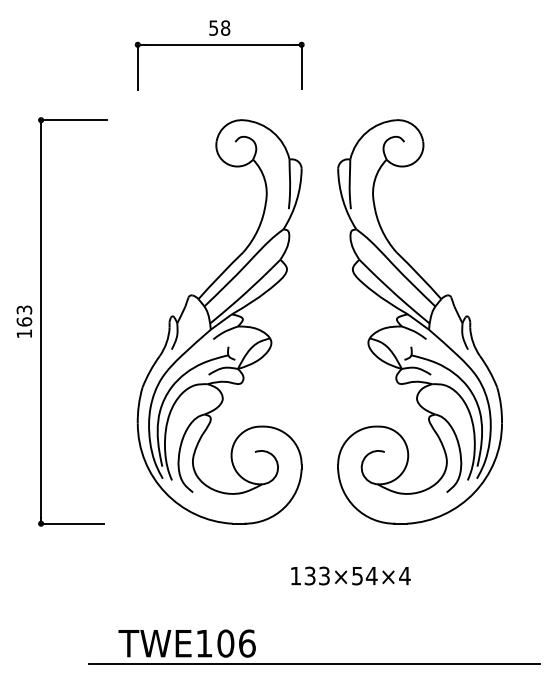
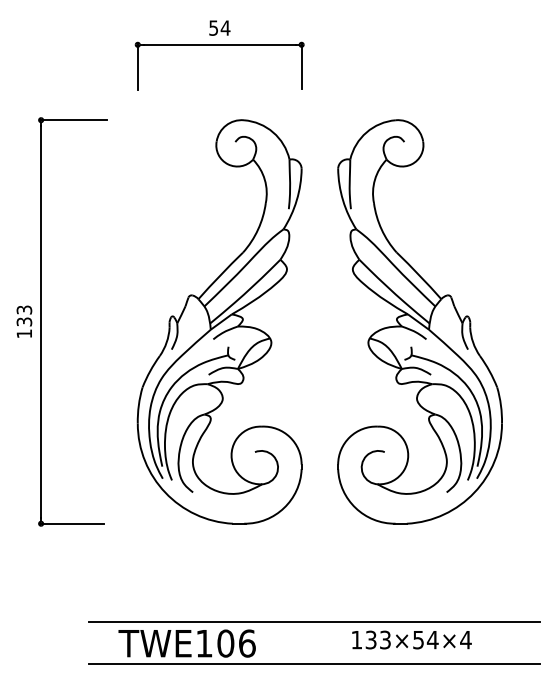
text at (225, 27): 58 -> 54
text at (24, 321): 163 -> 133
text at (350, 575) position: (350, 575) -> (411, 639)
line at (314, 621): none -> present
